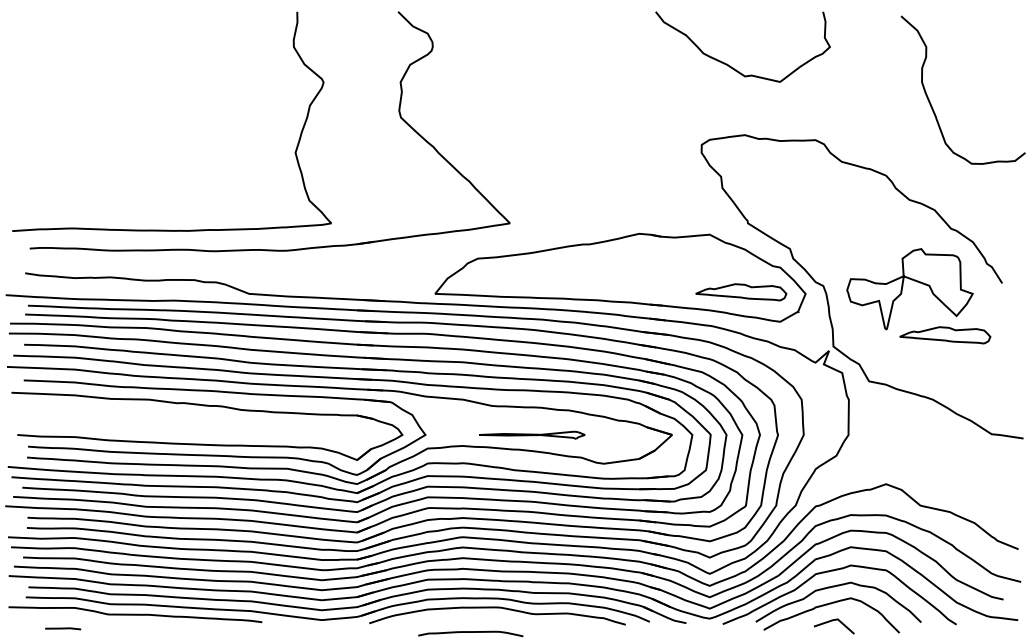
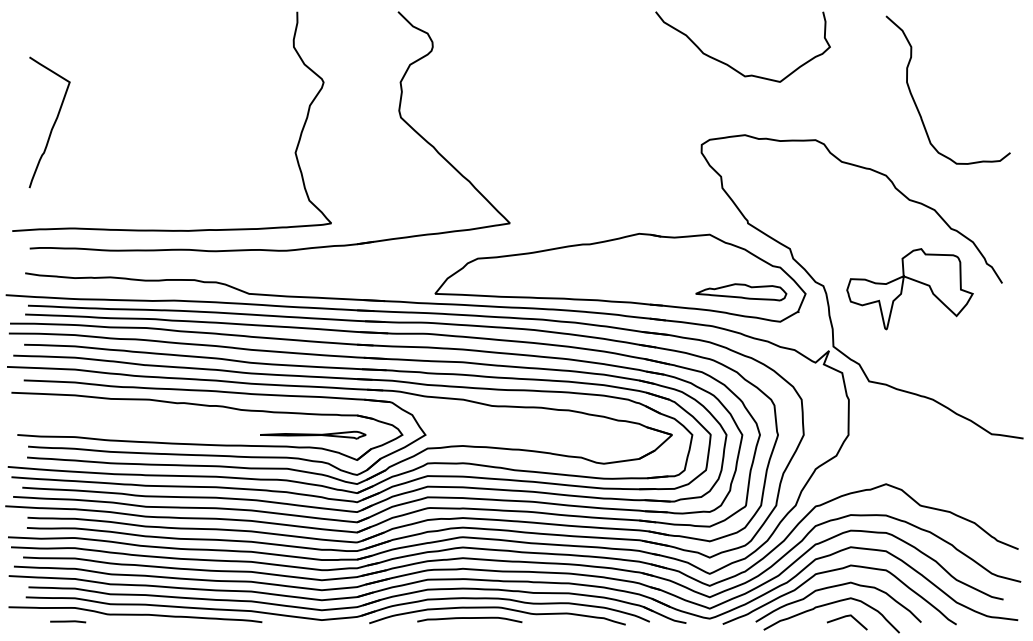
curve at (931, 103) position: (931, 103) -> (916, 103)
curve at (53, 123): none -> present
part at (945, 335): present -> none
part at (532, 434) position: (532, 434) -> (313, 434)
line at (832, 621) position: (832, 621) -> (845, 617)
line at (63, 628) position: (63, 628) -> (68, 621)
curve at (470, 632) position: (470, 632) -> (469, 618)
